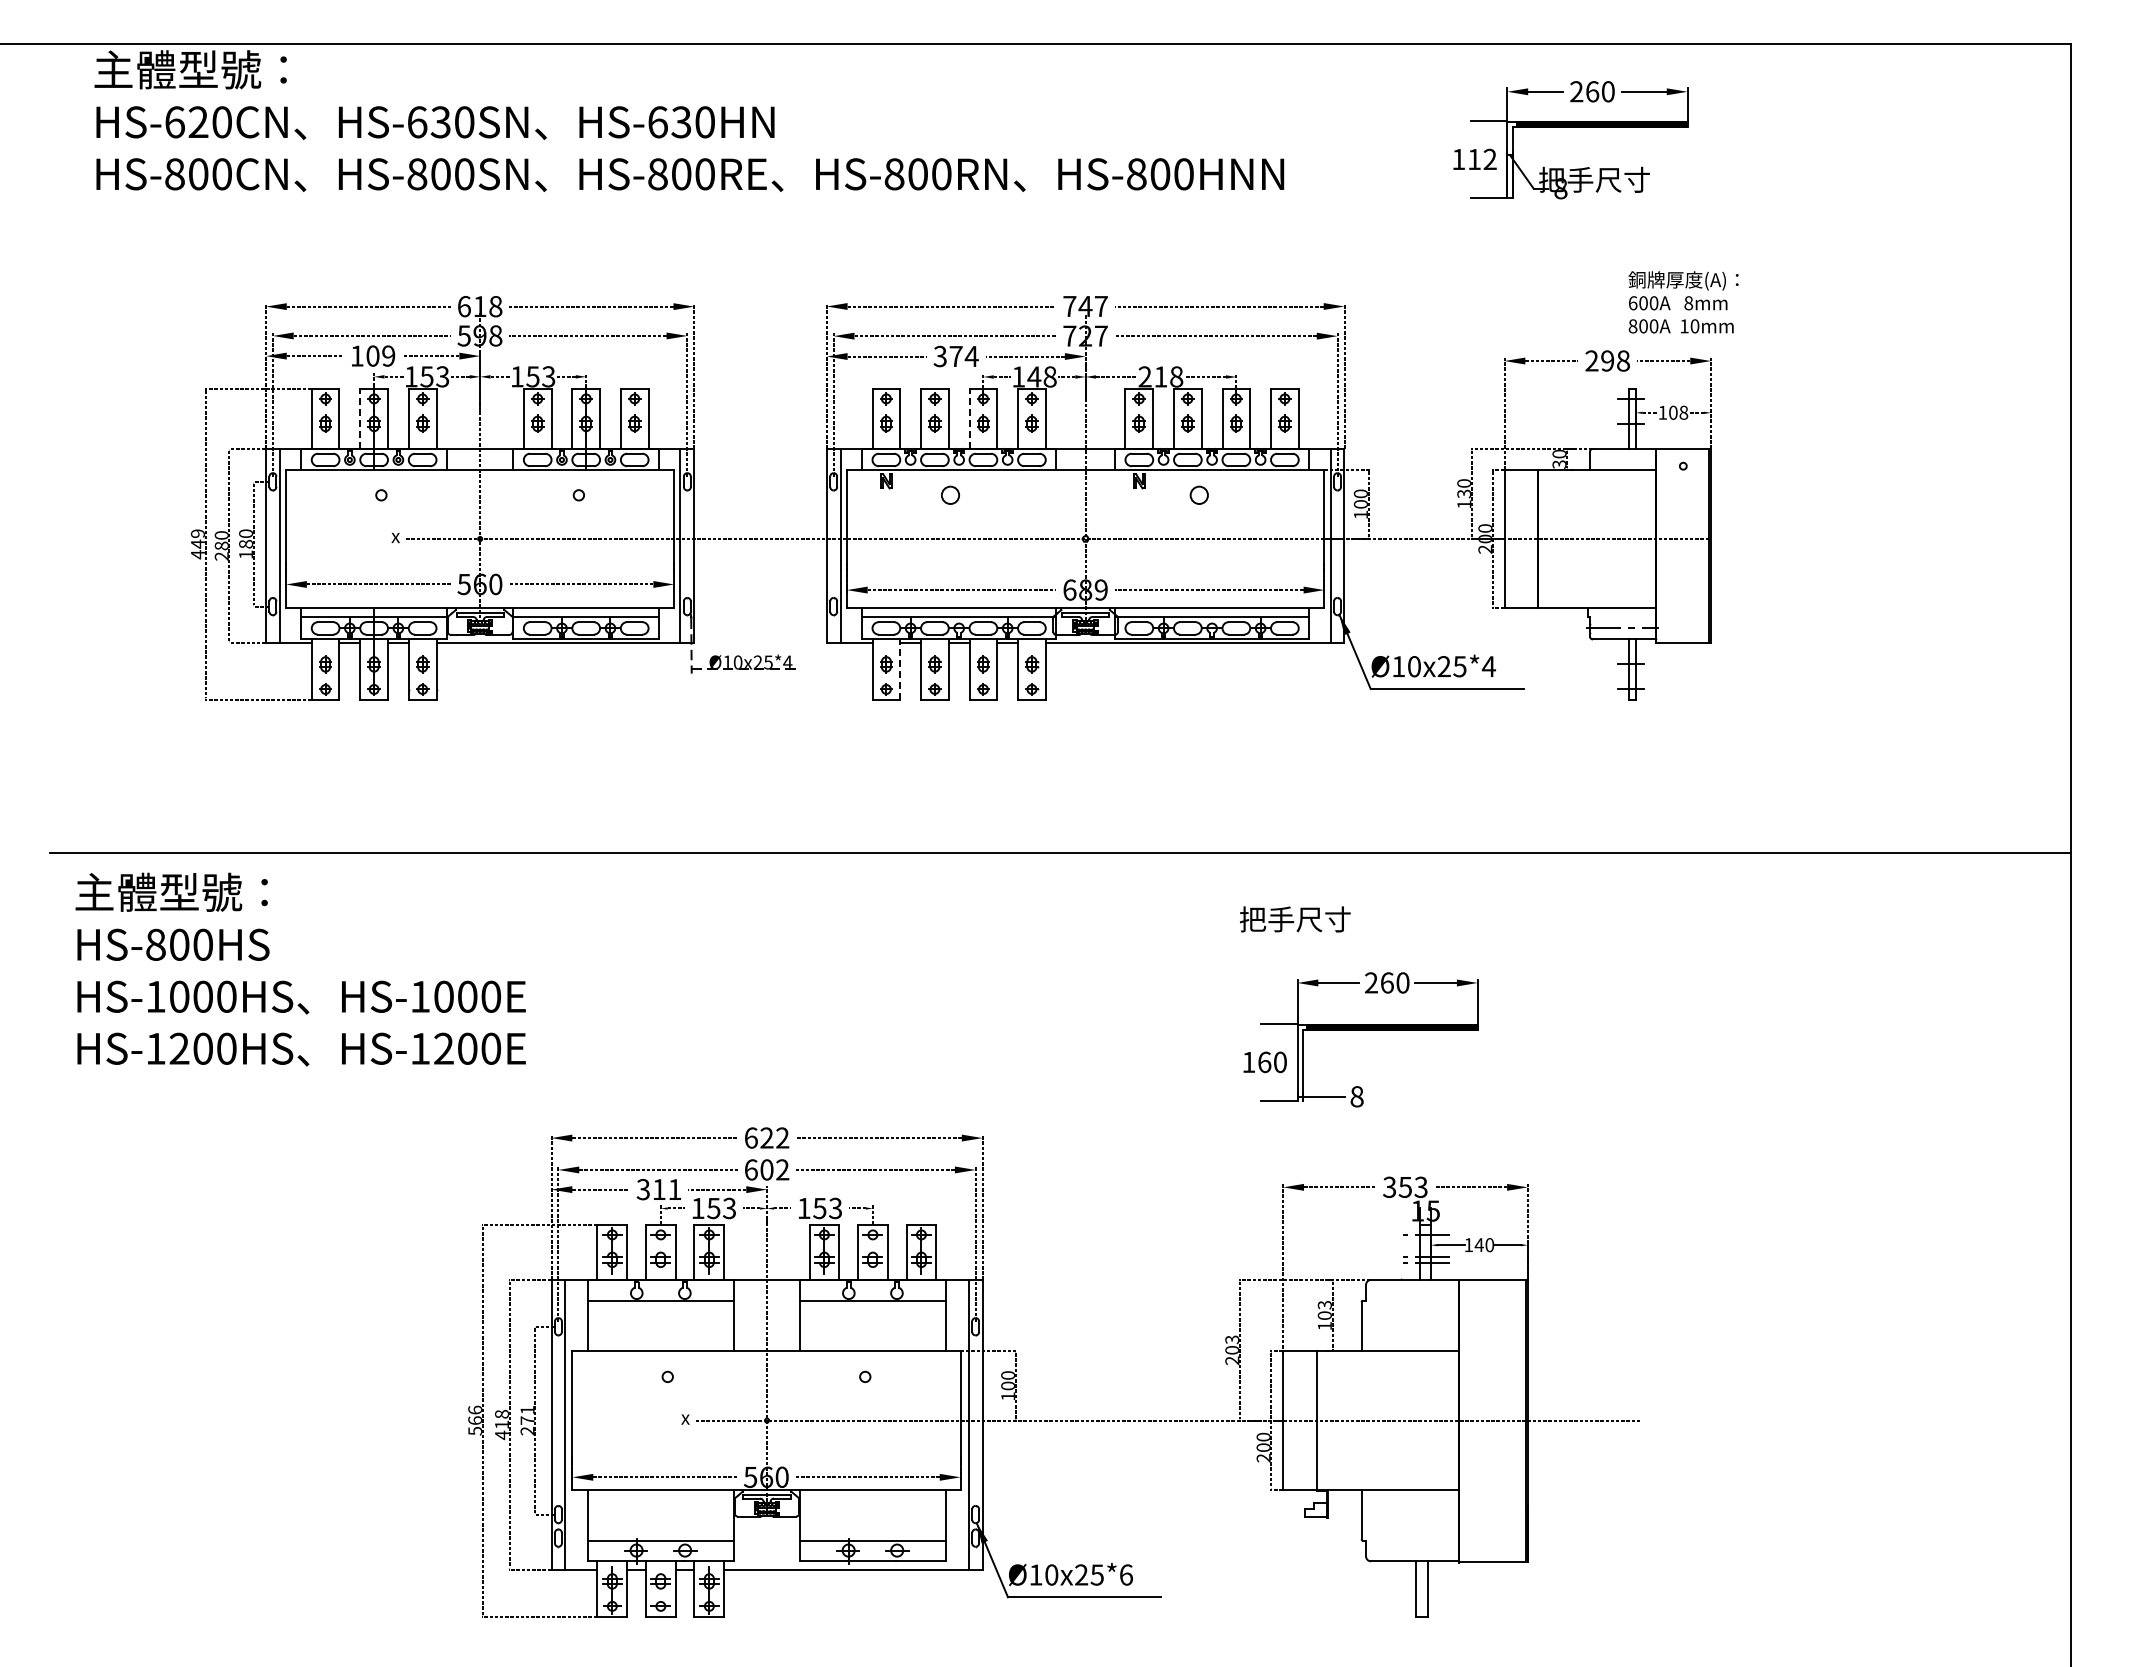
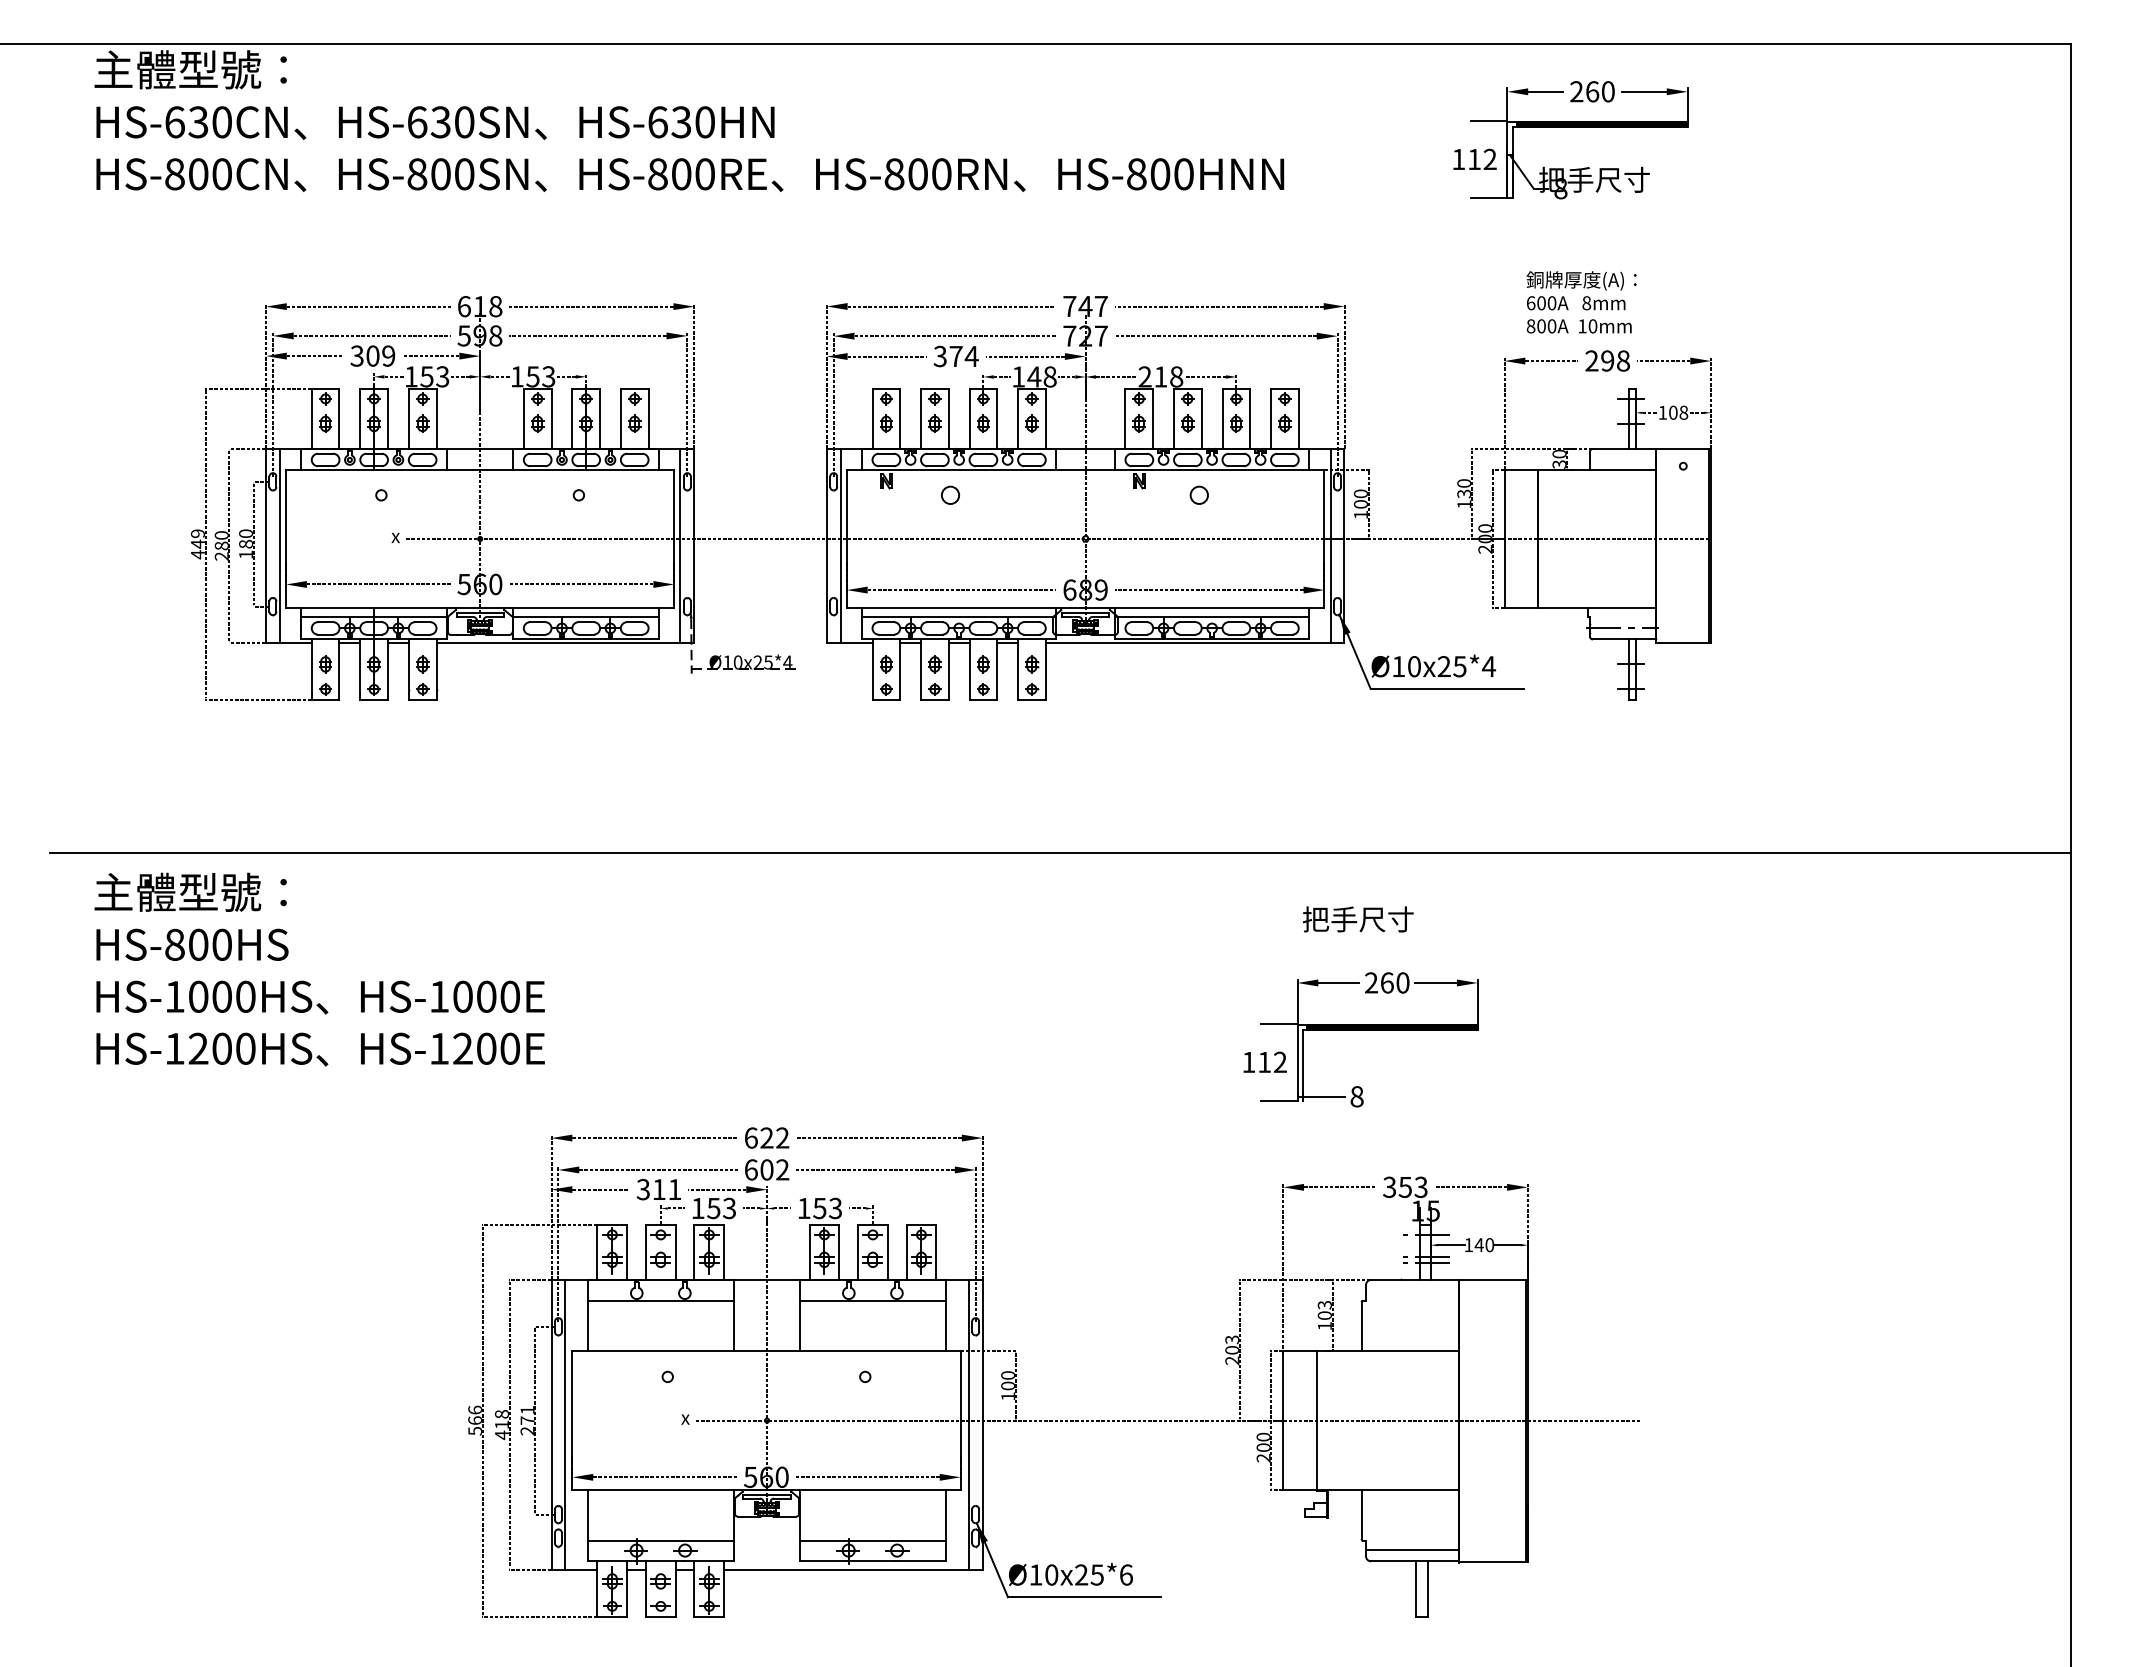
text at (198, 122): HS-620CN -> HS-630CN
text at (1683, 302) position: (1683, 302) -> (1581, 302)
text at (356, 355): 109 -> 309
line at (360, 418): dashed -> solid
line at (969, 418): dashed -> solid
line at (900, 669): dashed -> solid
text at (1295, 919) position: (1295, 919) -> (1358, 919)
text at (300, 969) position: (300, 969) -> (319, 969)
text at (1272, 1062): 160 -> 112
line at (1412, 1549): none -> present
